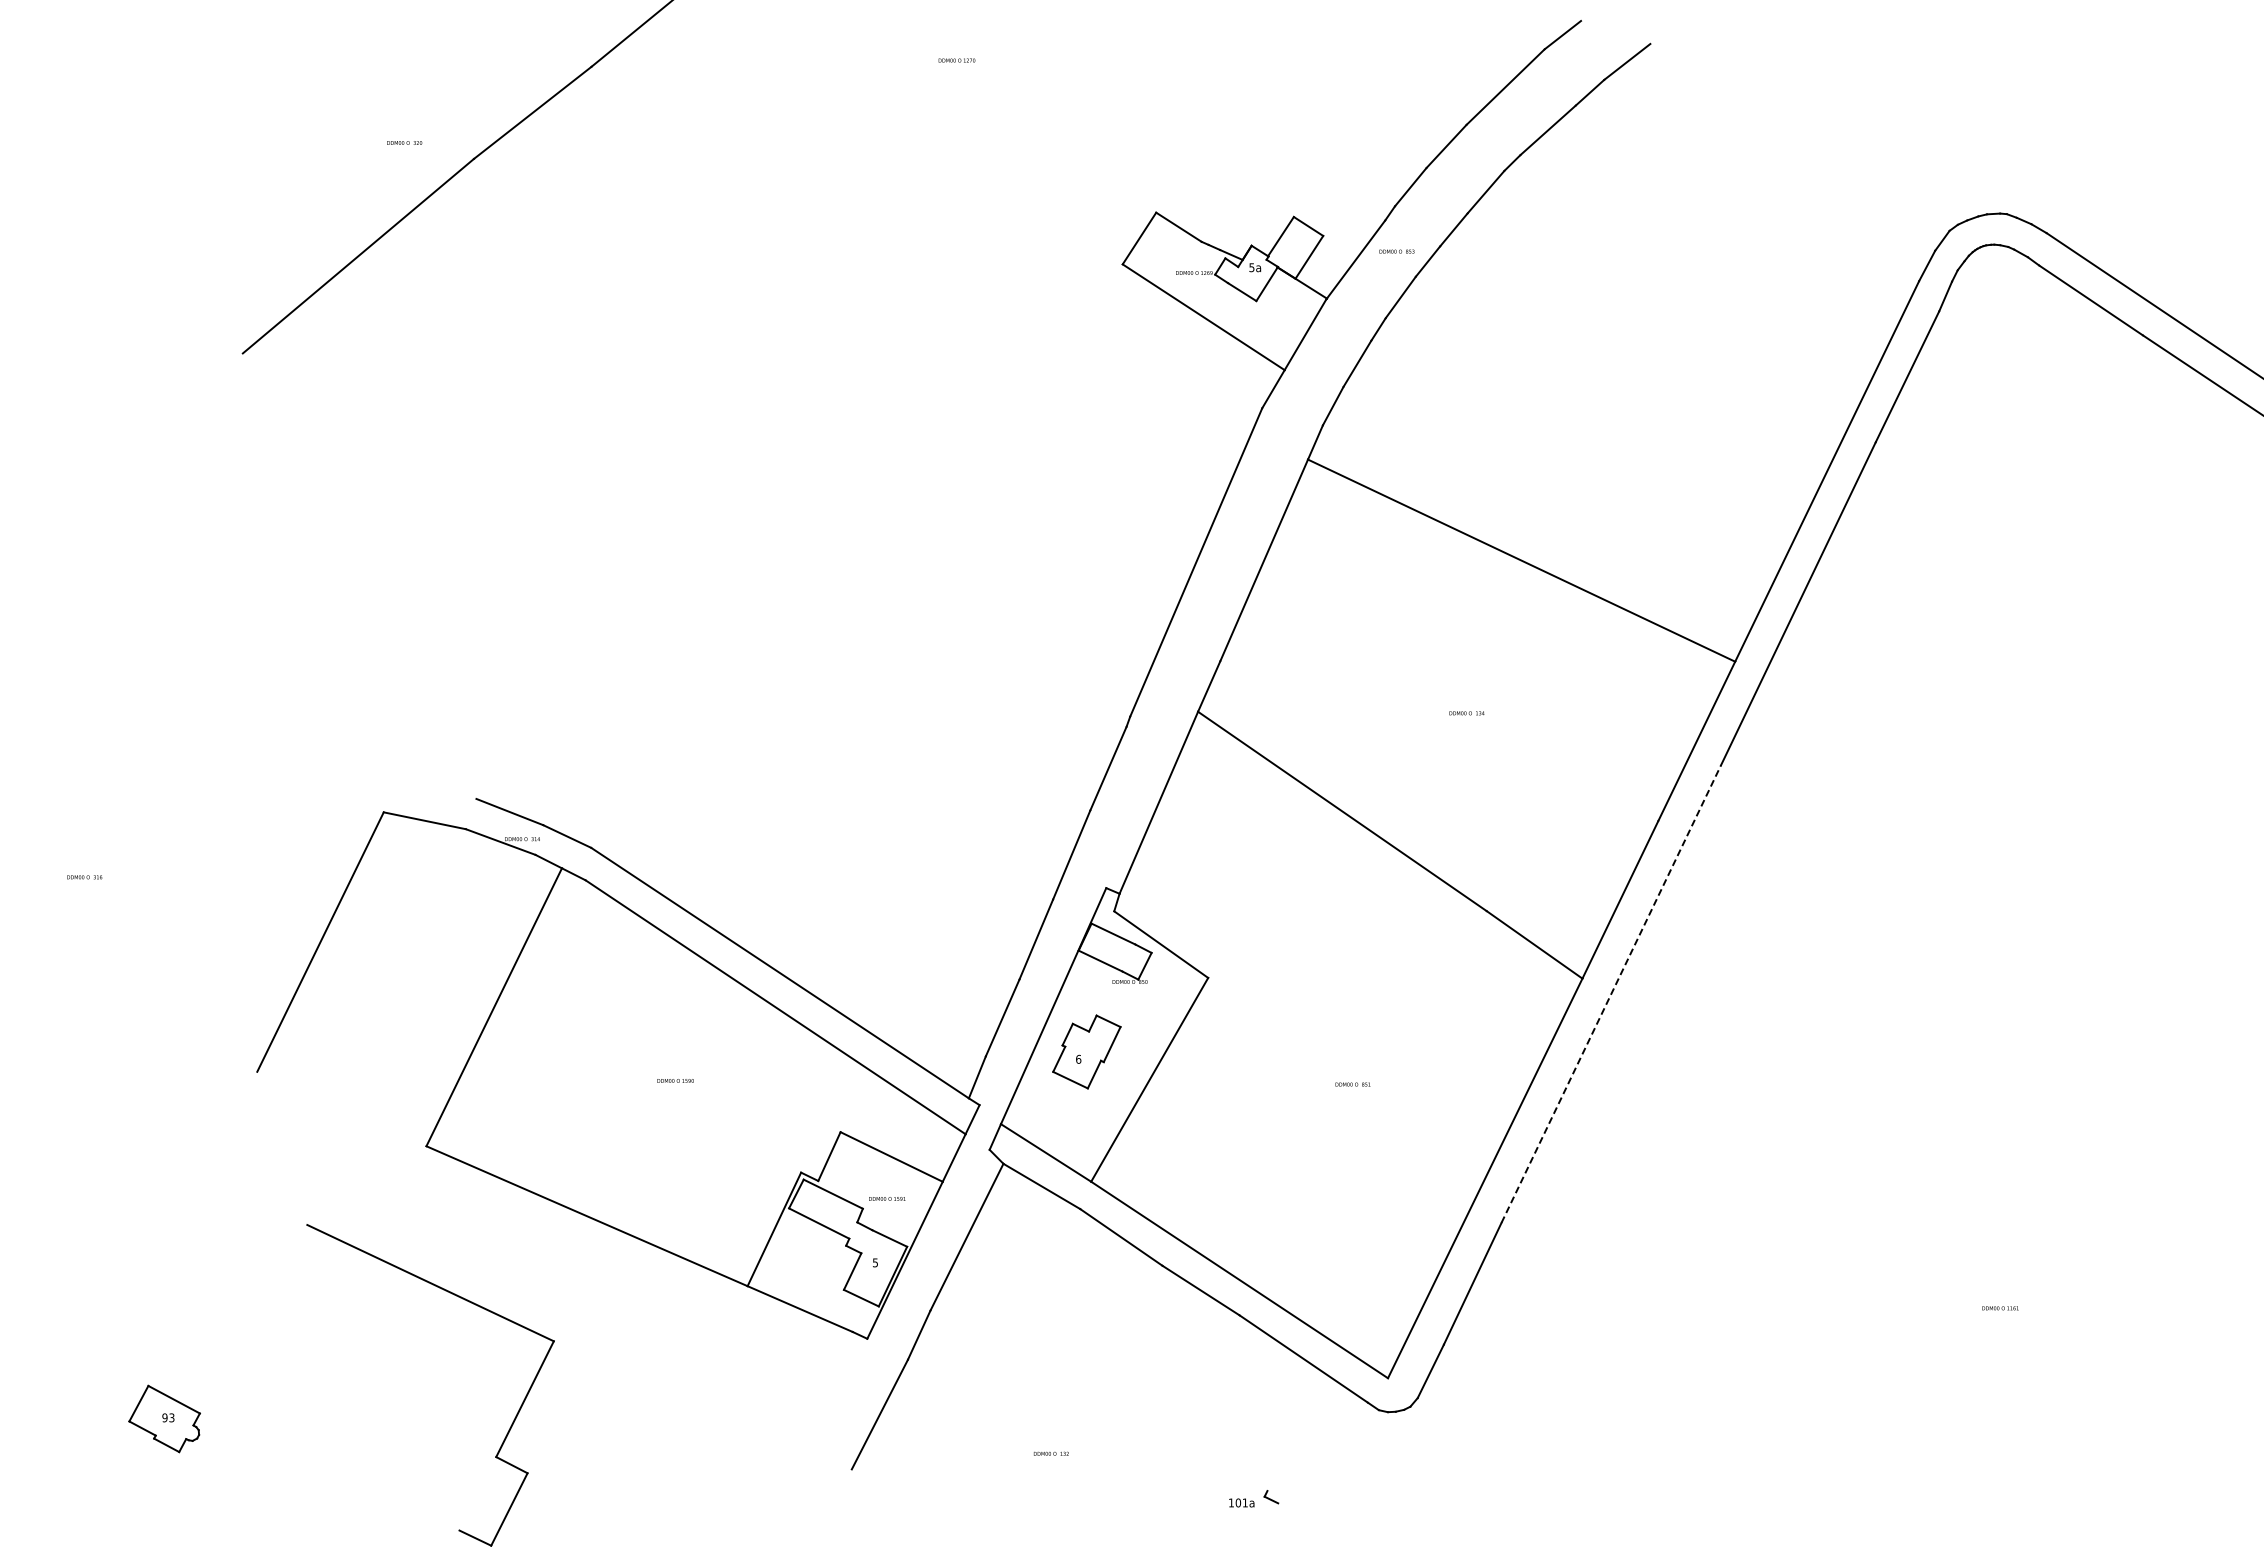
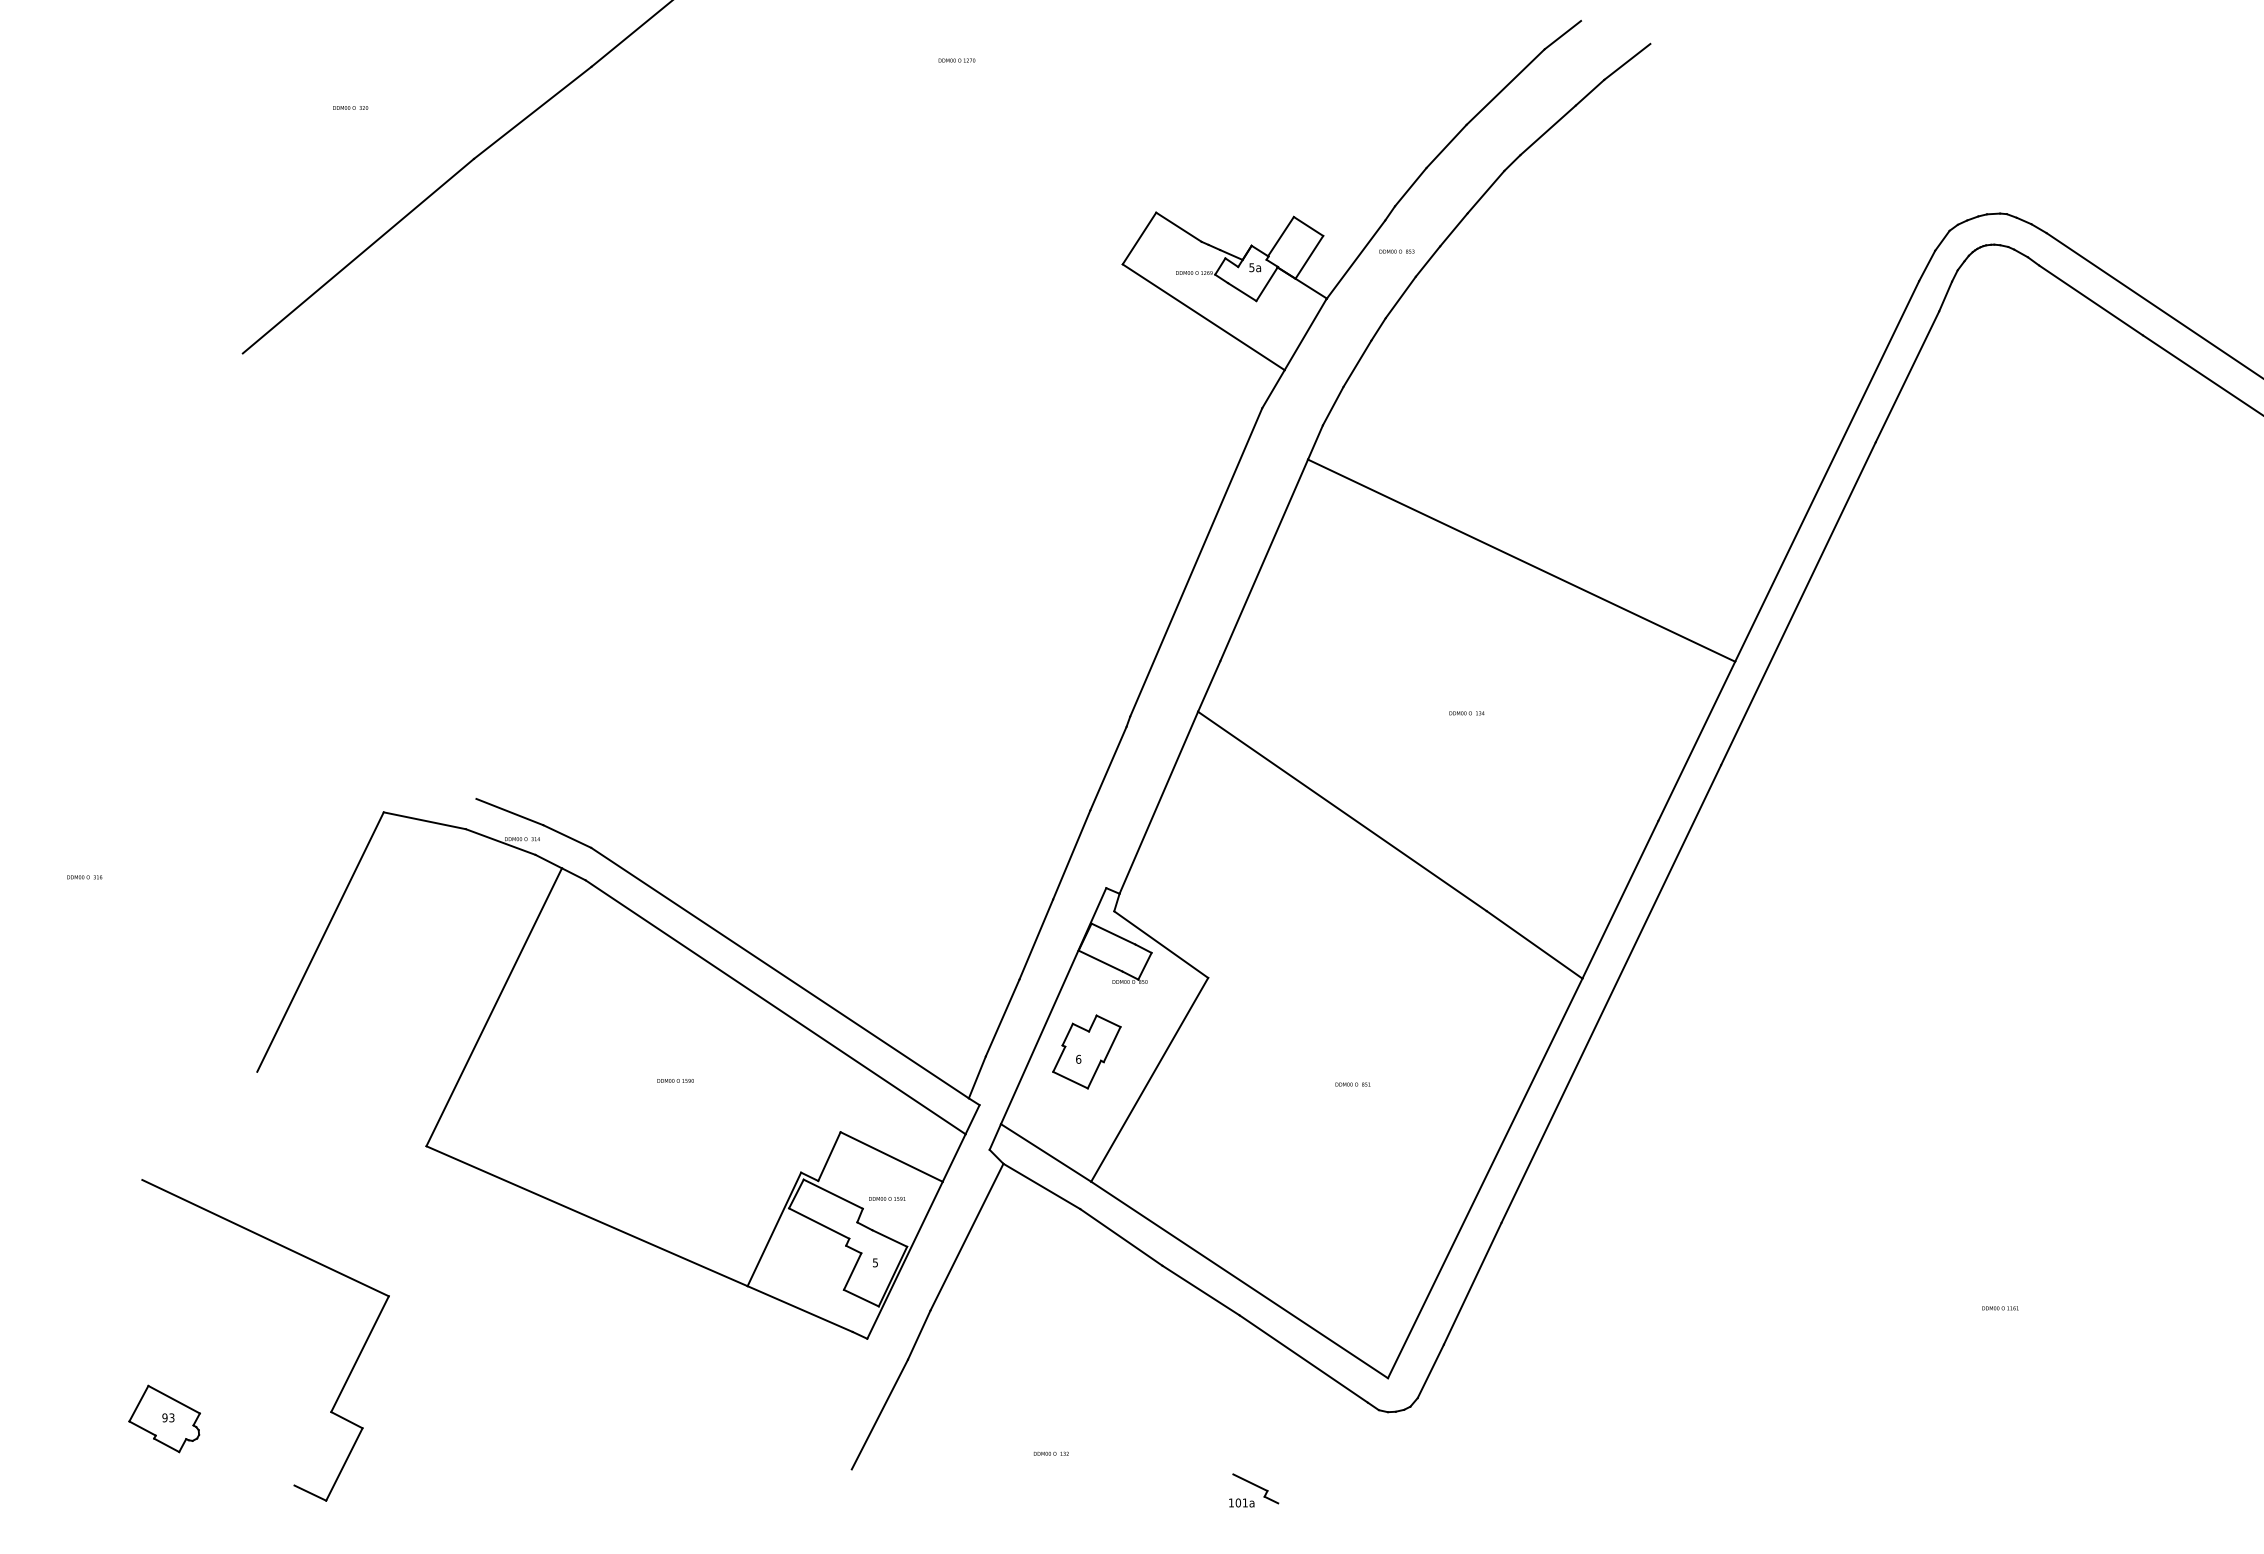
text at (404, 142) position: (404, 142) -> (350, 107)
line at (1611, 994): dashed -> solid
part at (510, 1425) position: (510, 1425) -> (345, 1380)
line at (1250, 1482): none -> present
